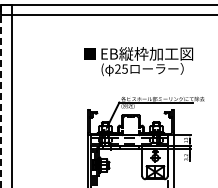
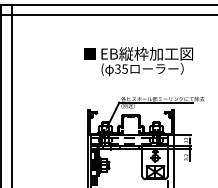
text at (117, 69): 25 -> 35
line at (1, 96): dashed -> solid
